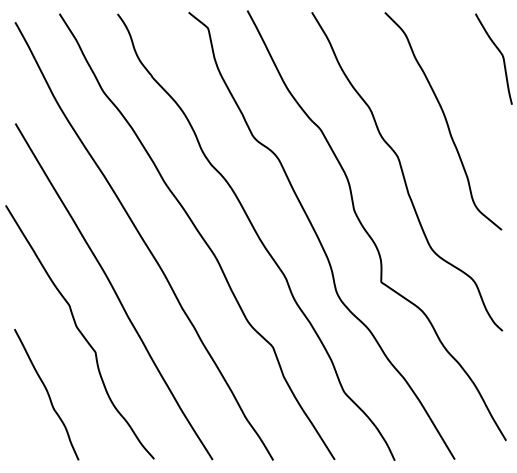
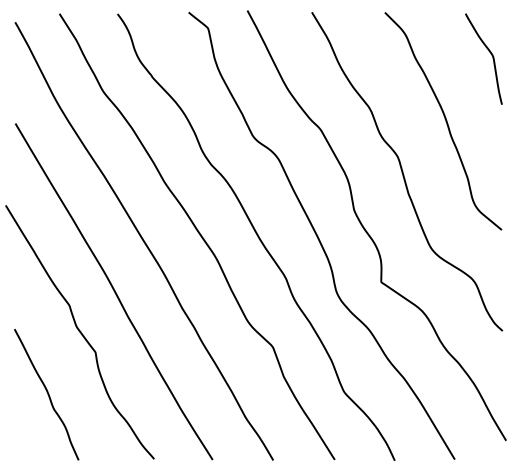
curve at (500, 54) position: (500, 54) -> (490, 54)
